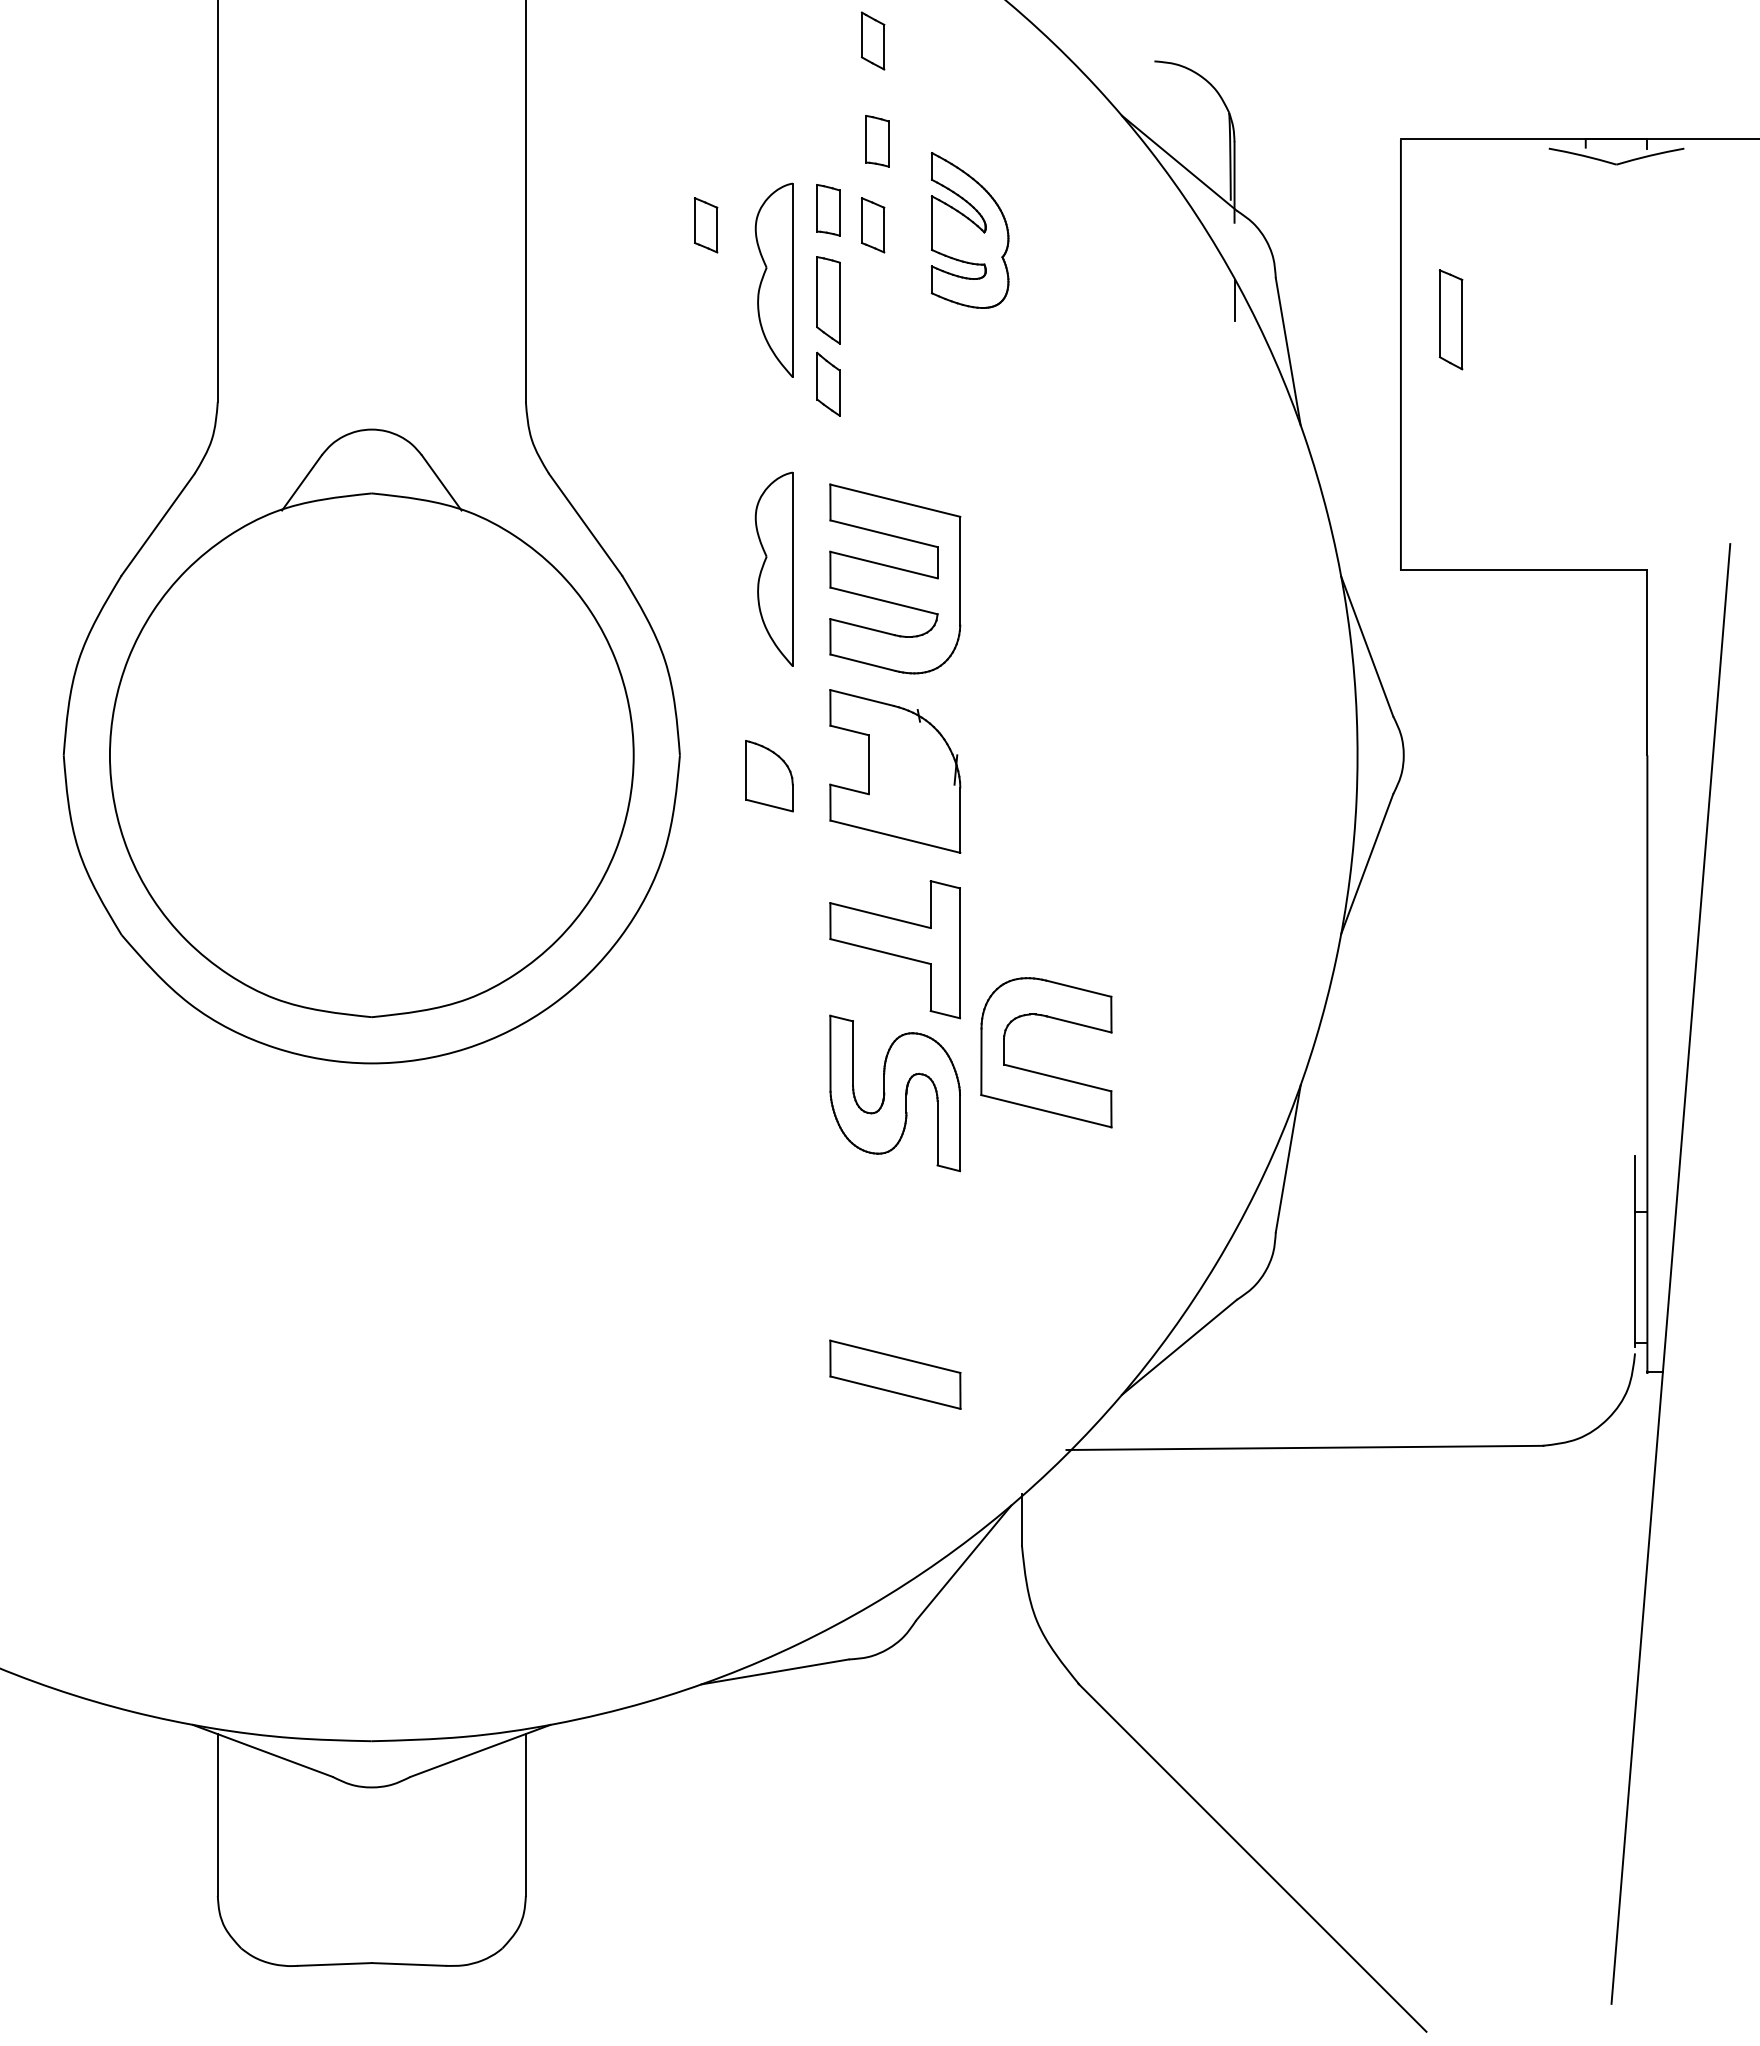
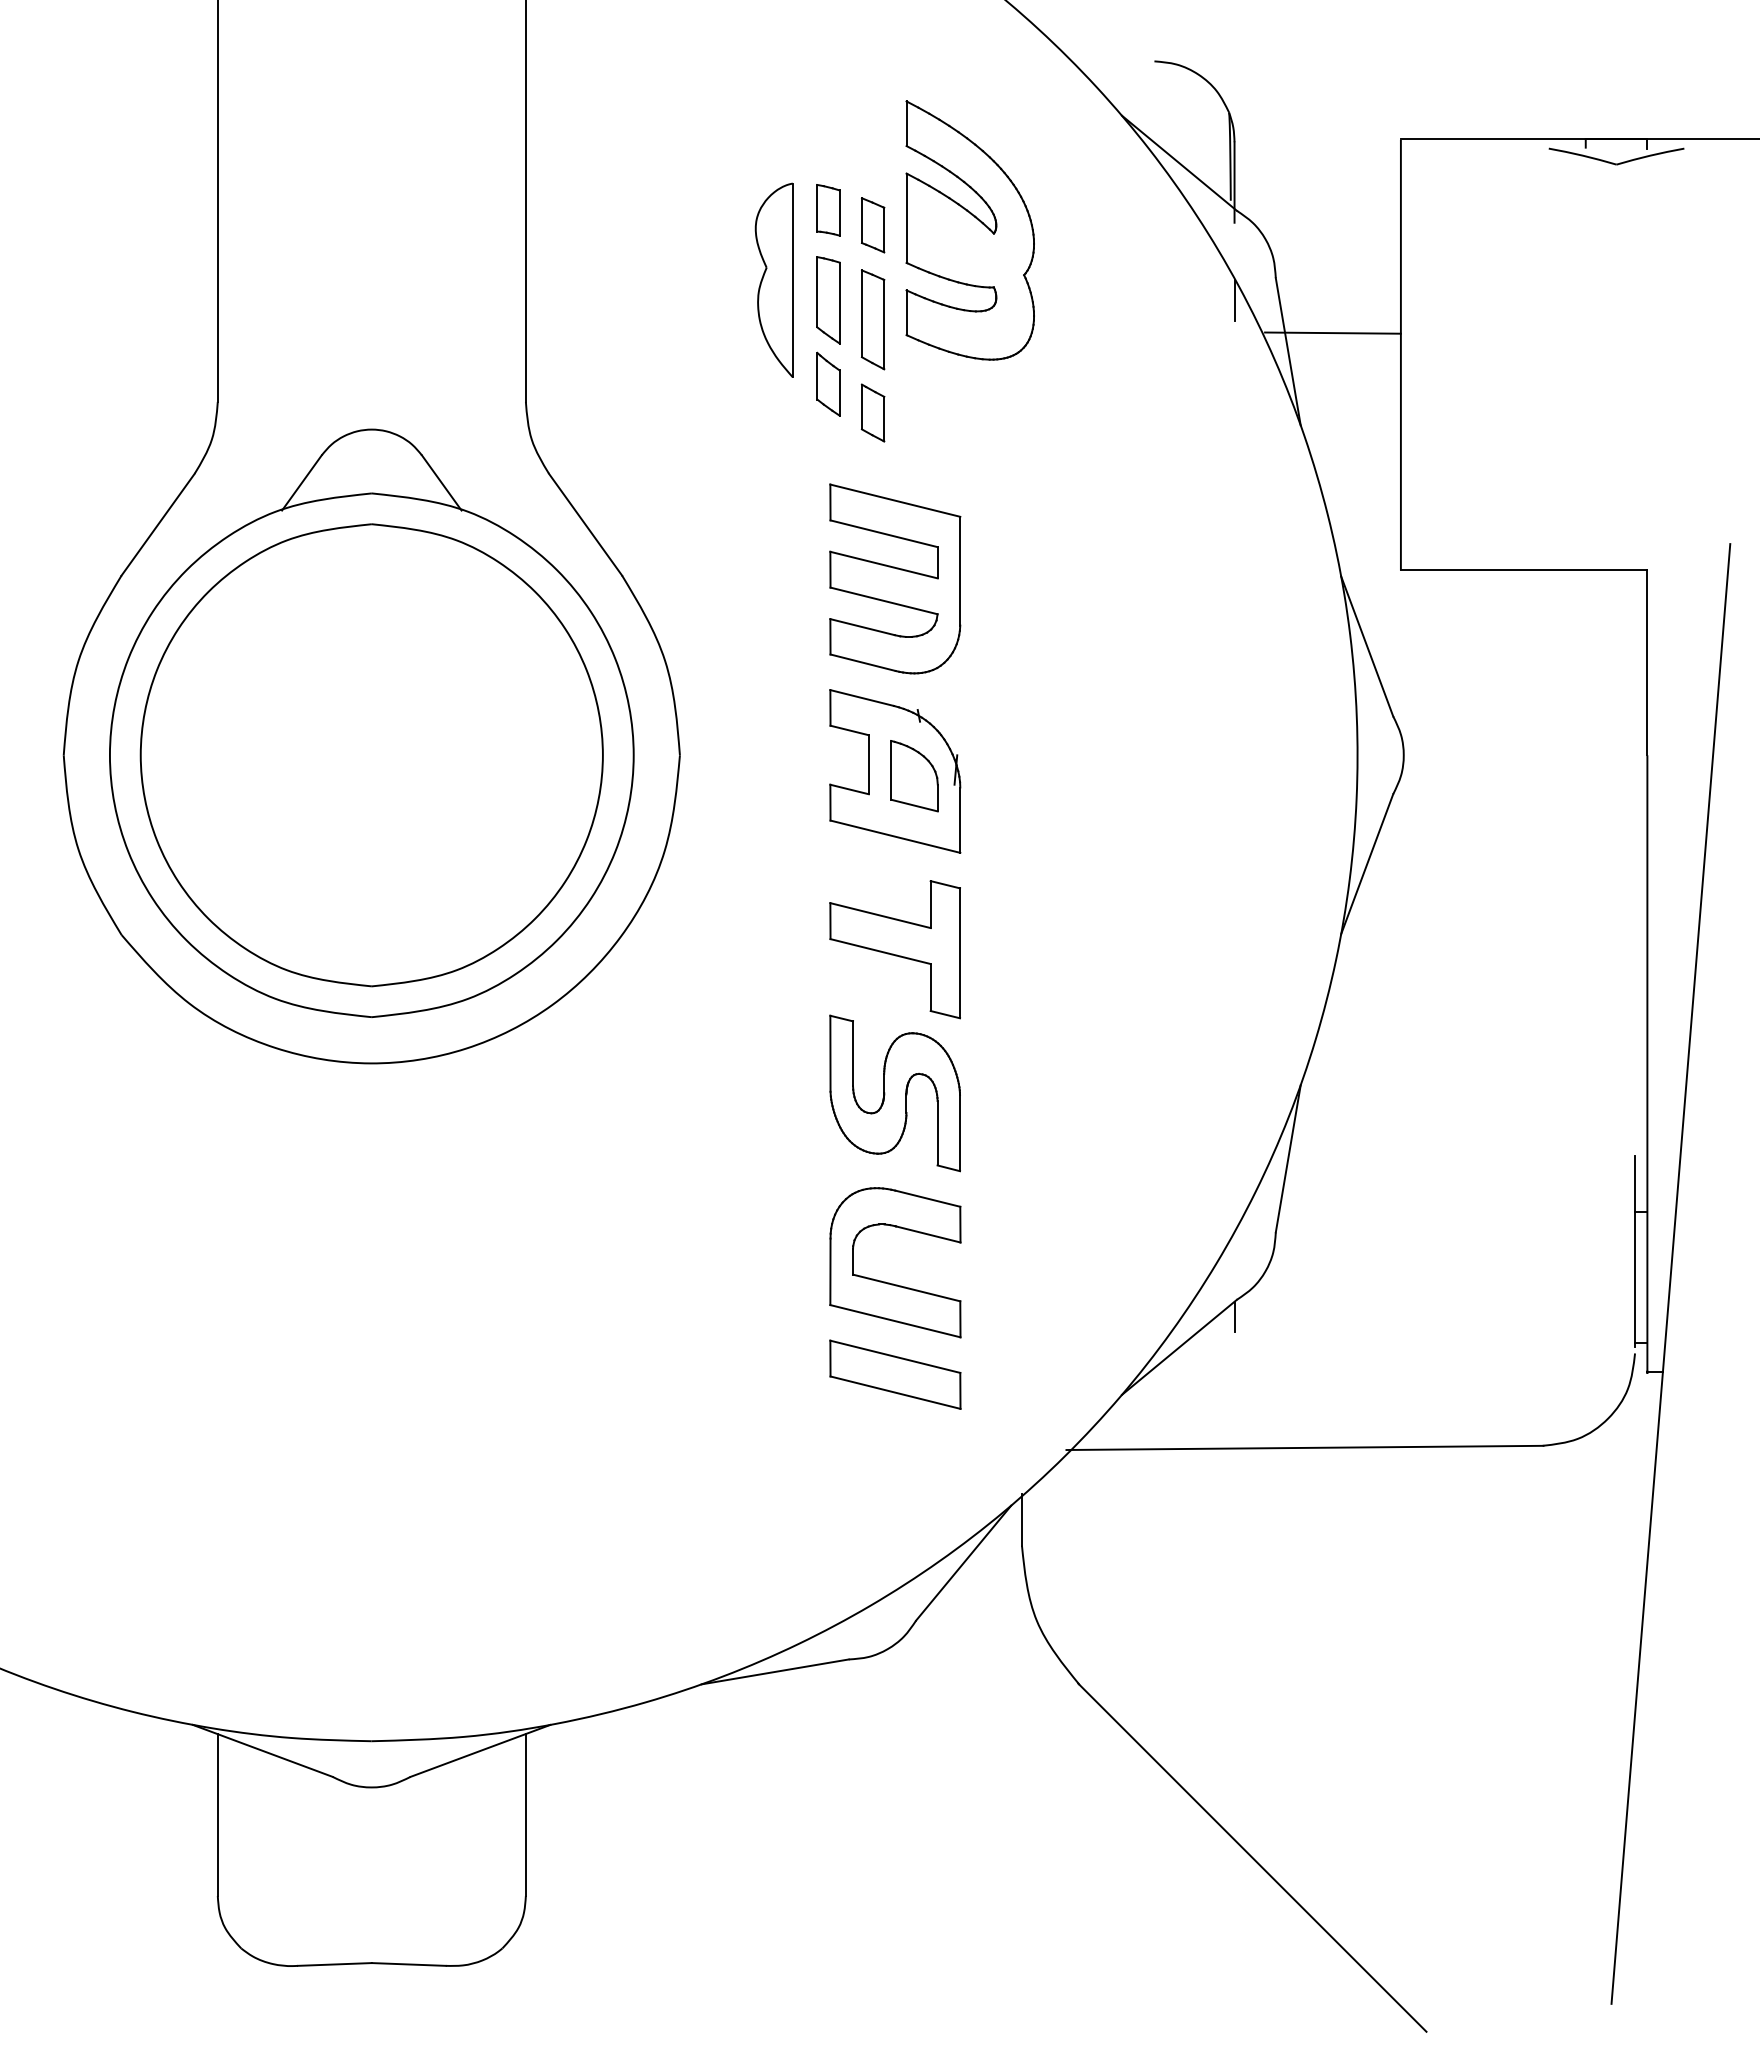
part at (872, 40) position: (872, 40) -> (872, 412)
part at (877, 141): present -> none
part at (706, 225): present -> none
part at (969, 230) size: 80x157 px -> 130x261 px
part at (1450, 319) position: (1450, 319) -> (872, 319)
line at (1332, 332): none -> present
part at (773, 568): present -> none
part at (371, 755): none -> present
part at (769, 776) position: (769, 776) -> (914, 776)
part at (1040, 1072) position: (1040, 1072) -> (889, 1282)
line at (1234, 1316): none -> present
